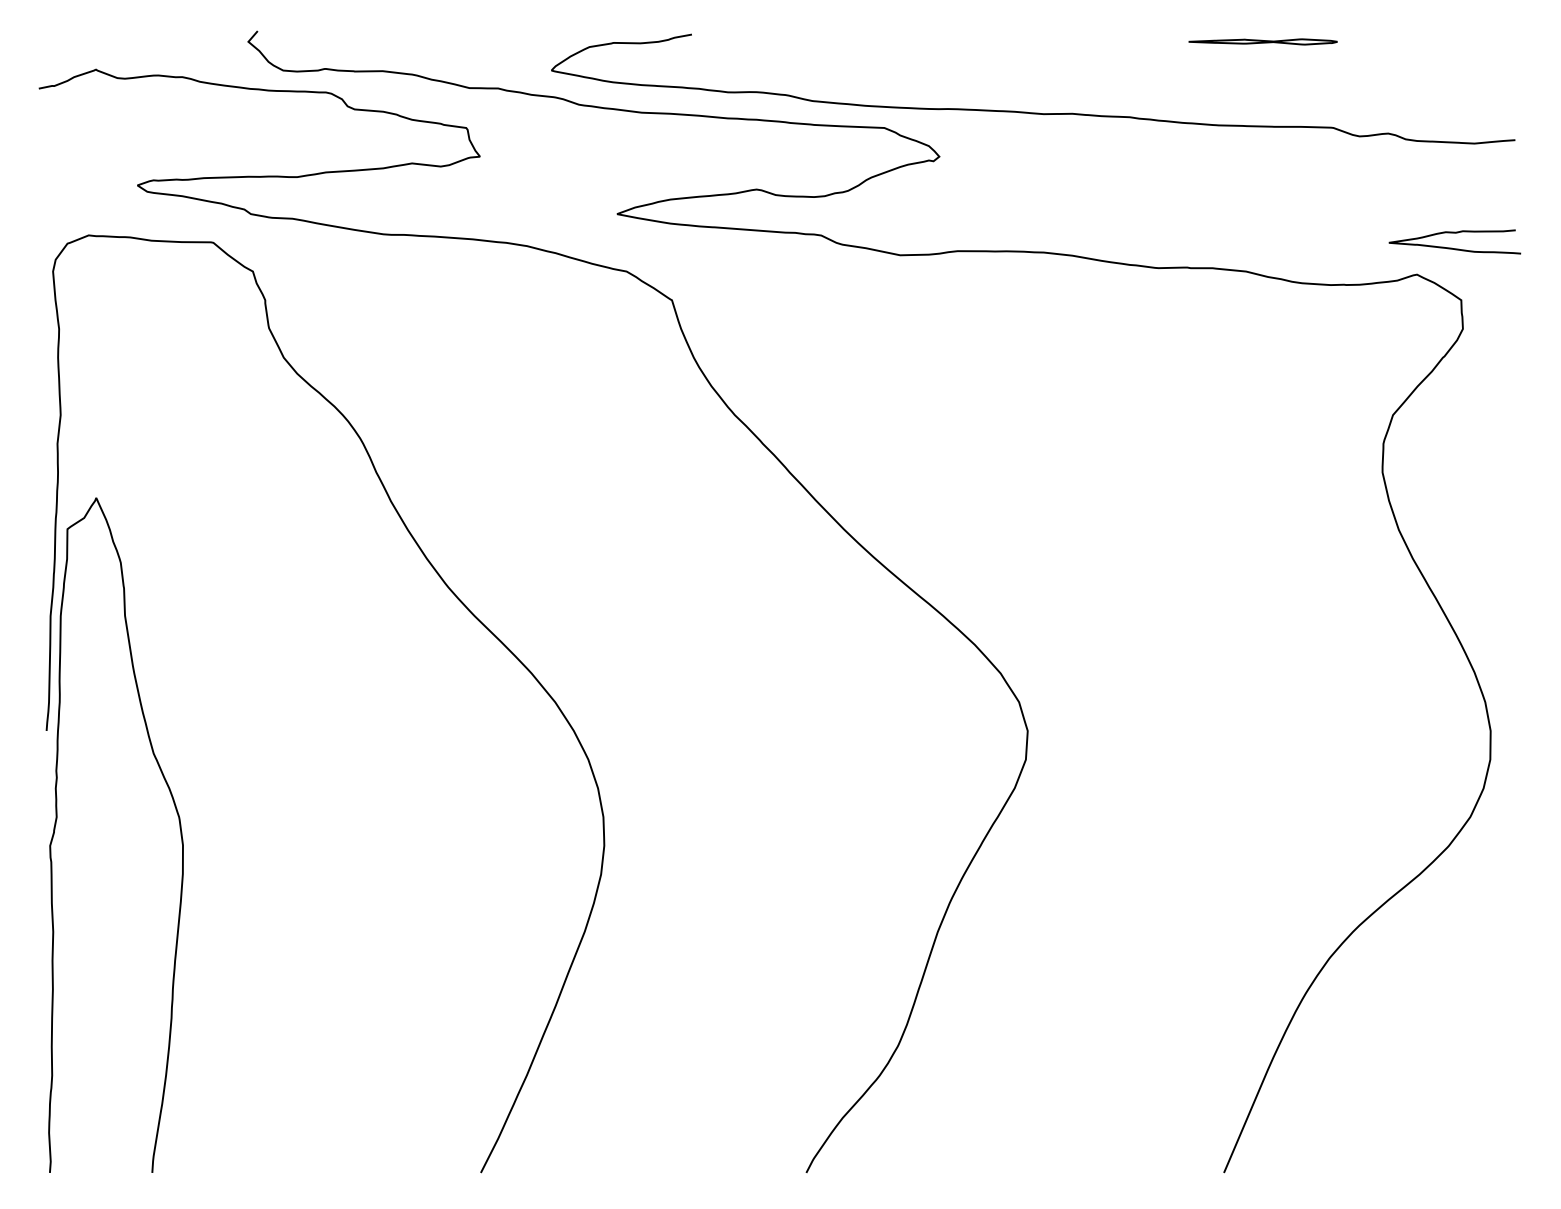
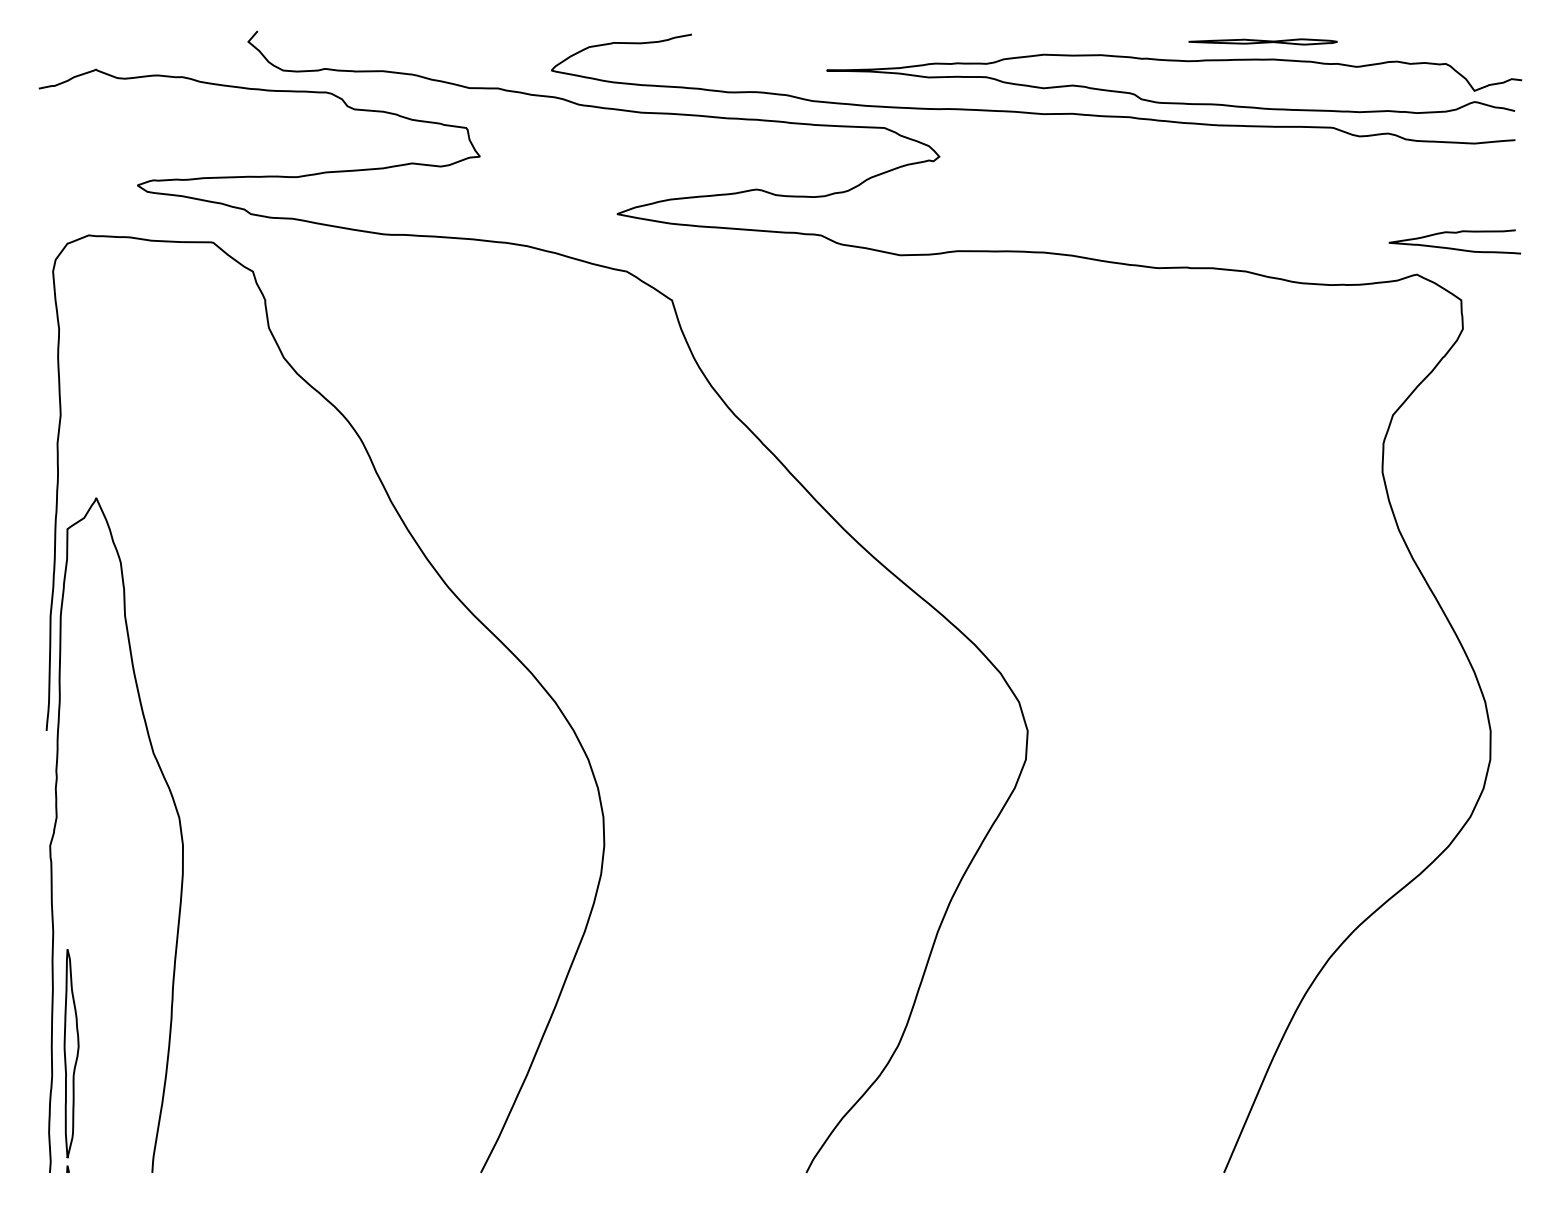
curve at (1174, 102): none -> present
part at (71, 1060): none -> present
